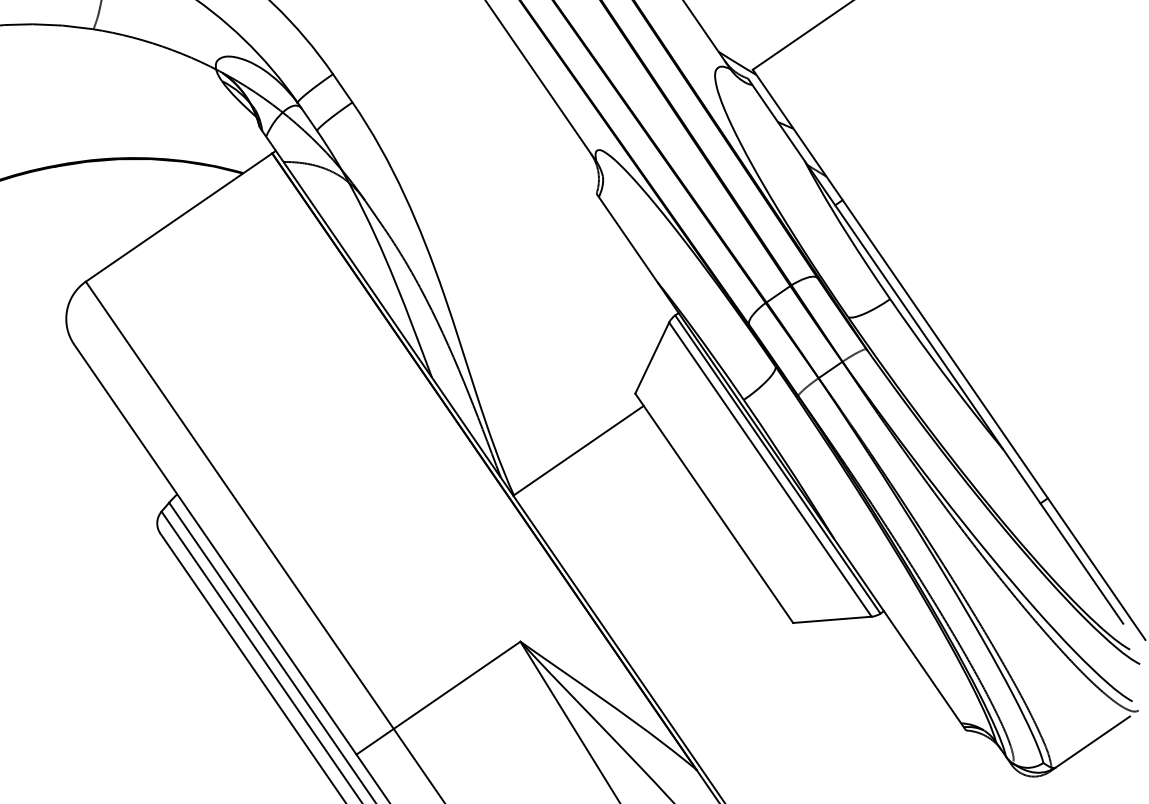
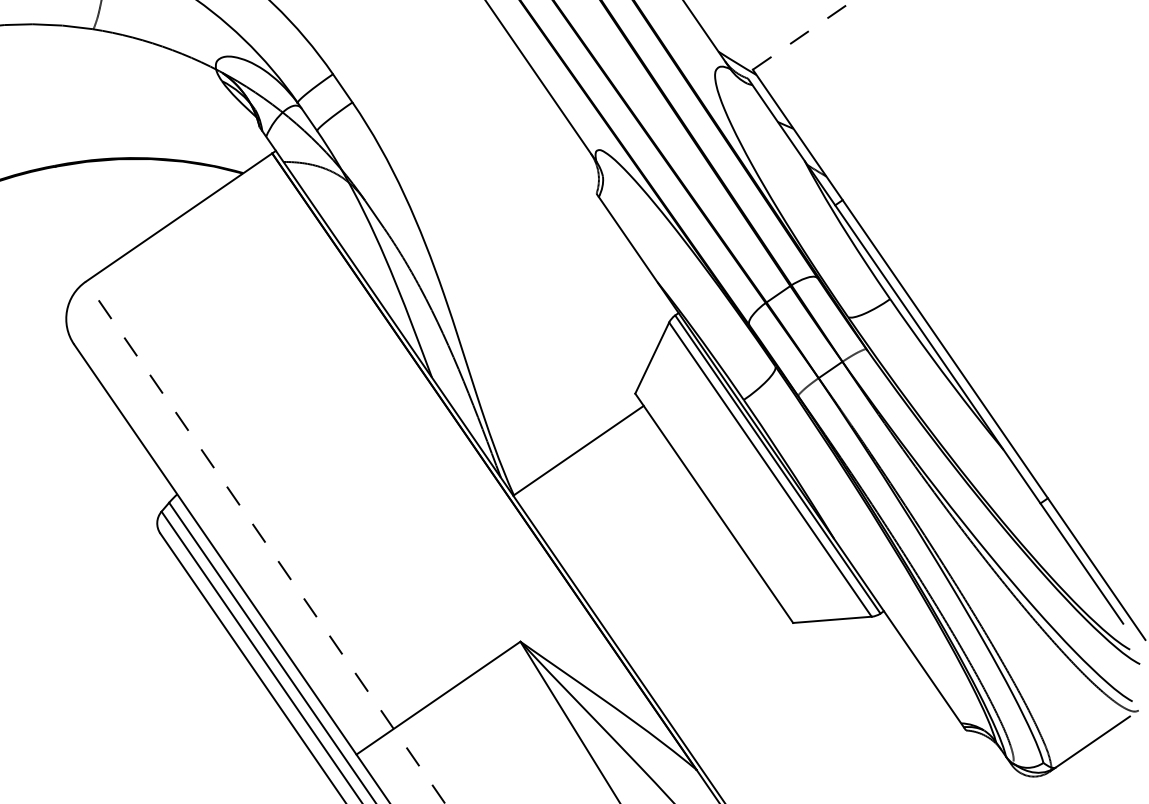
line at (803, 34): solid -> dashed
line at (265, 542): solid -> dashed
